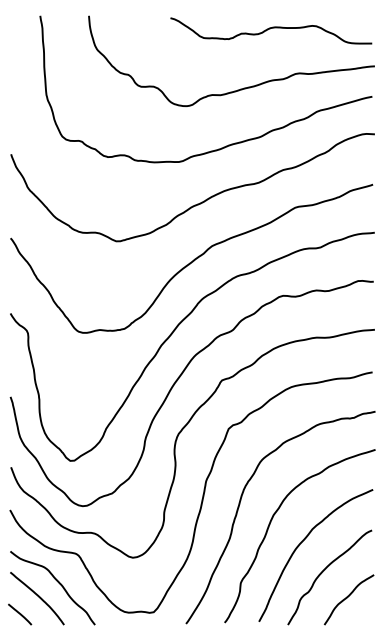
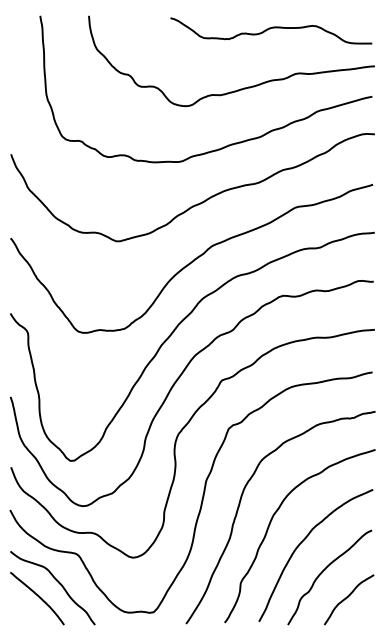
line at (20, 614): present -> none
